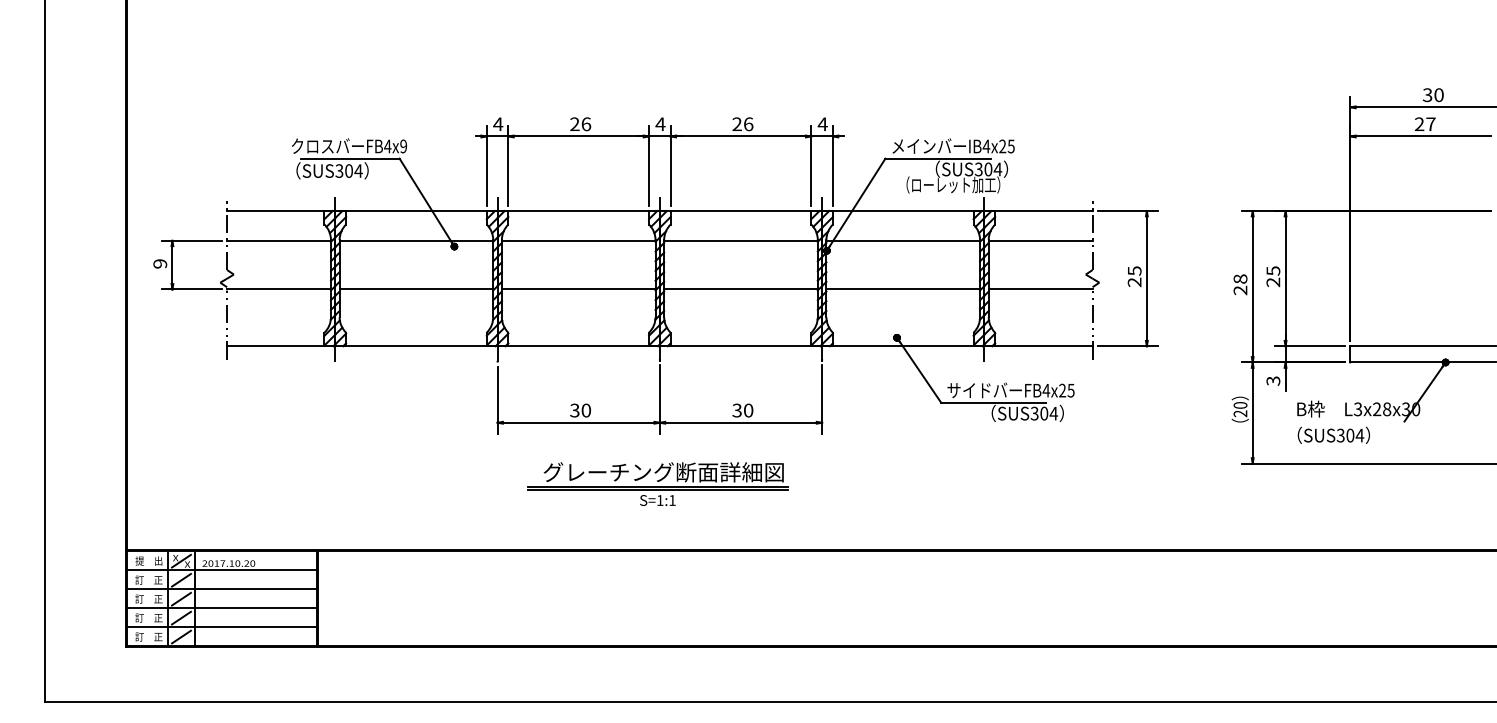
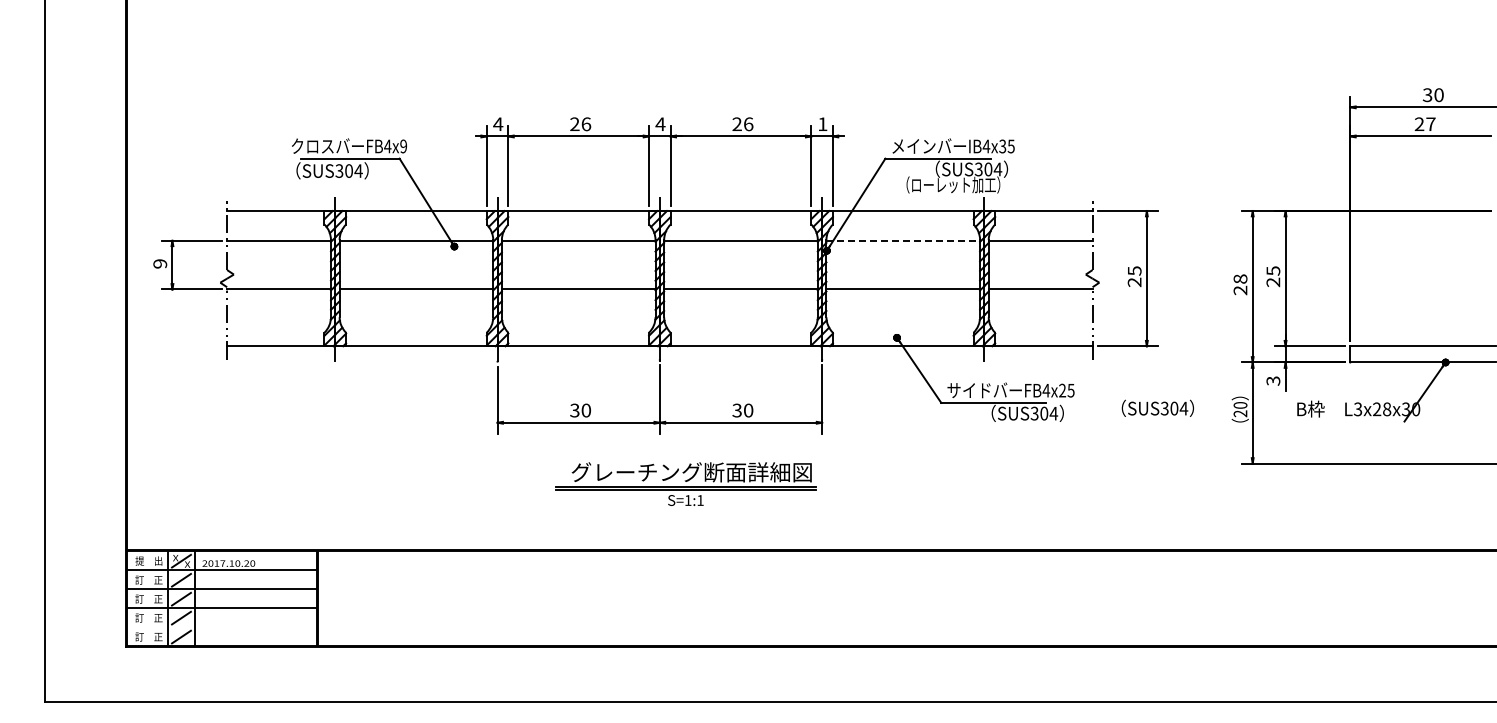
text at (822, 123): 4 -> 1
text at (1002, 146): IB4x25 -> IB4x35
line at (903, 240): solid -> dashed
text at (1333, 434) position: (1333, 434) -> (1157, 407)
part at (657, 483) position: (657, 483) -> (685, 483)
line at (221, 627): present -> none
